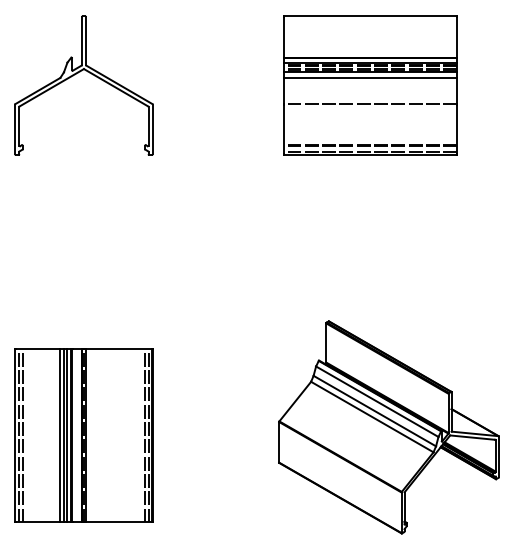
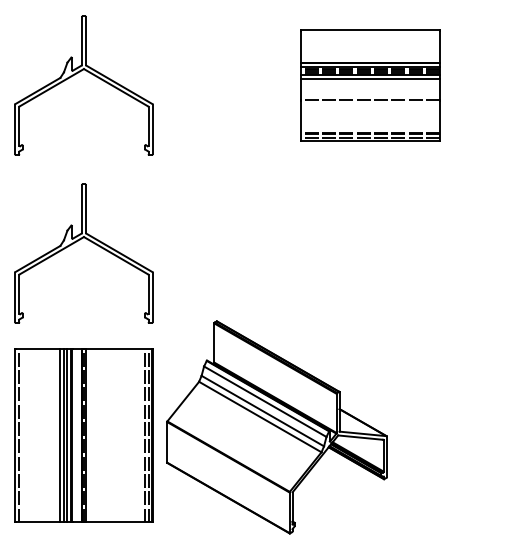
part at (370, 85) size: 175x141 px -> 141x113 px
part at (75, 243): none -> present
part at (388, 427) position: (388, 427) -> (276, 427)
line at (22, 435): present -> none
